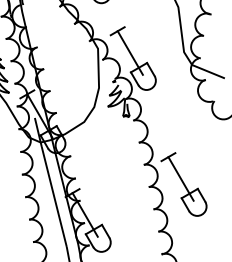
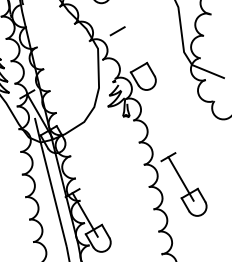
line at (129, 52): present -> none
